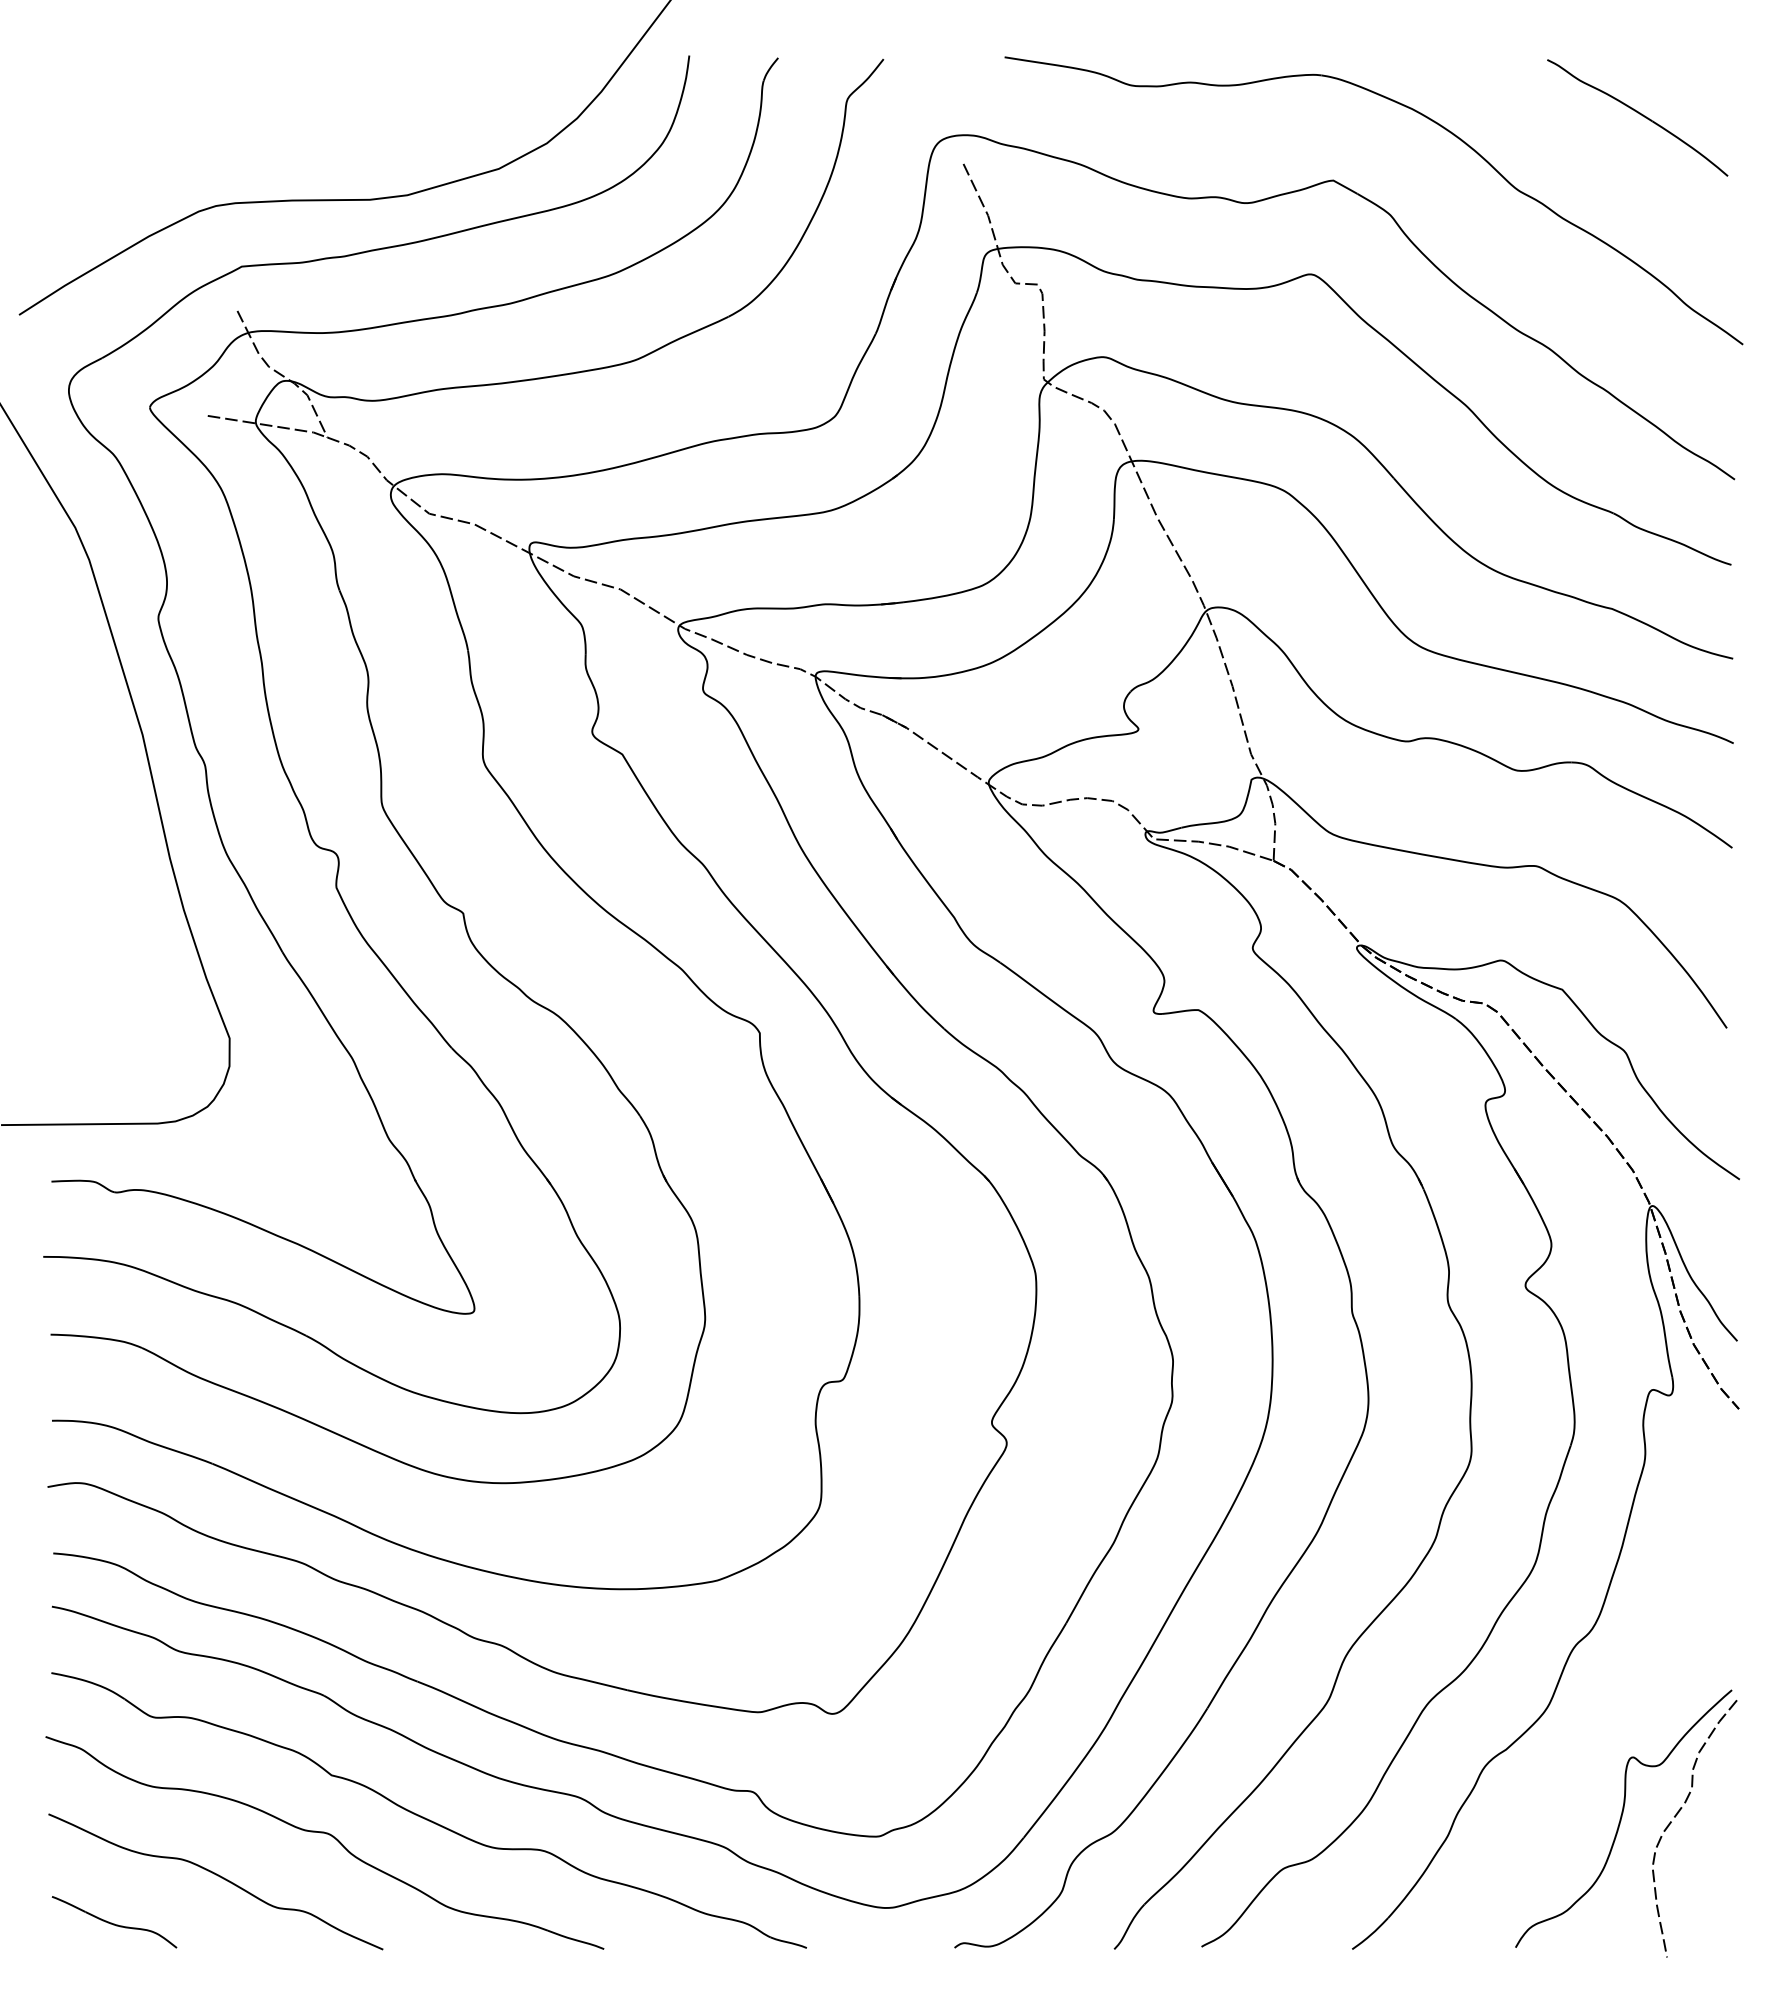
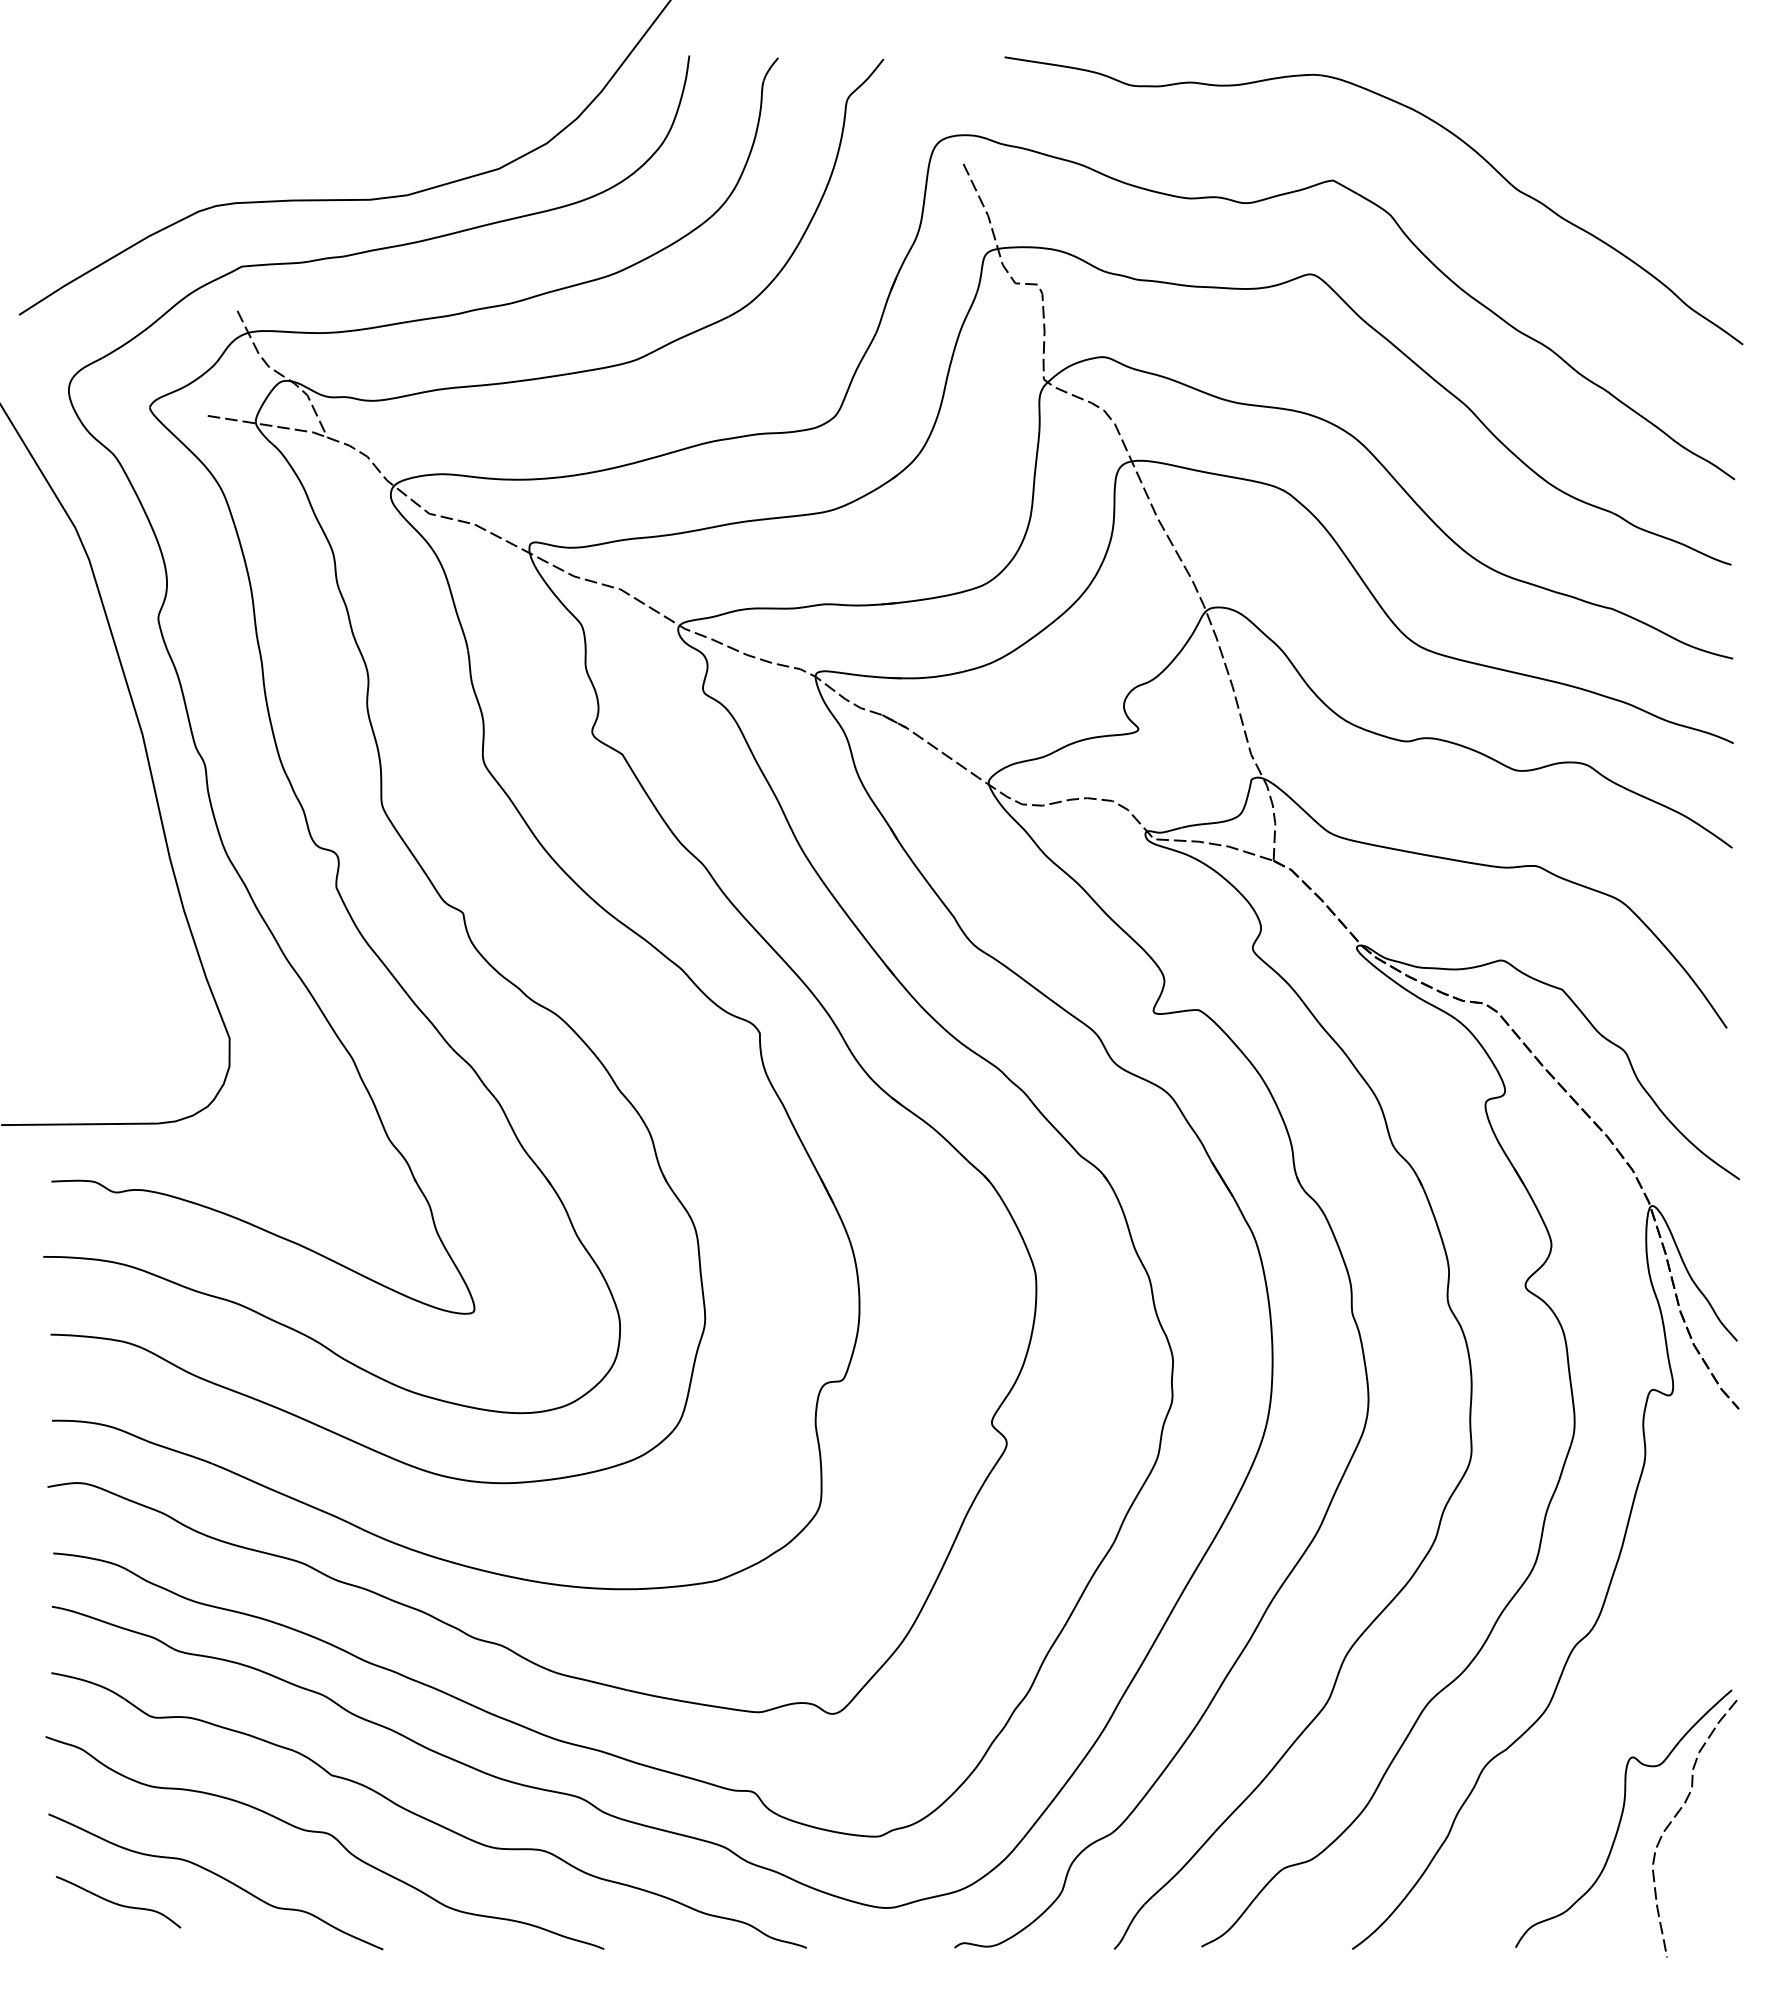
part at (1637, 117): present -> none
part at (114, 1922) position: (114, 1922) -> (118, 1902)
